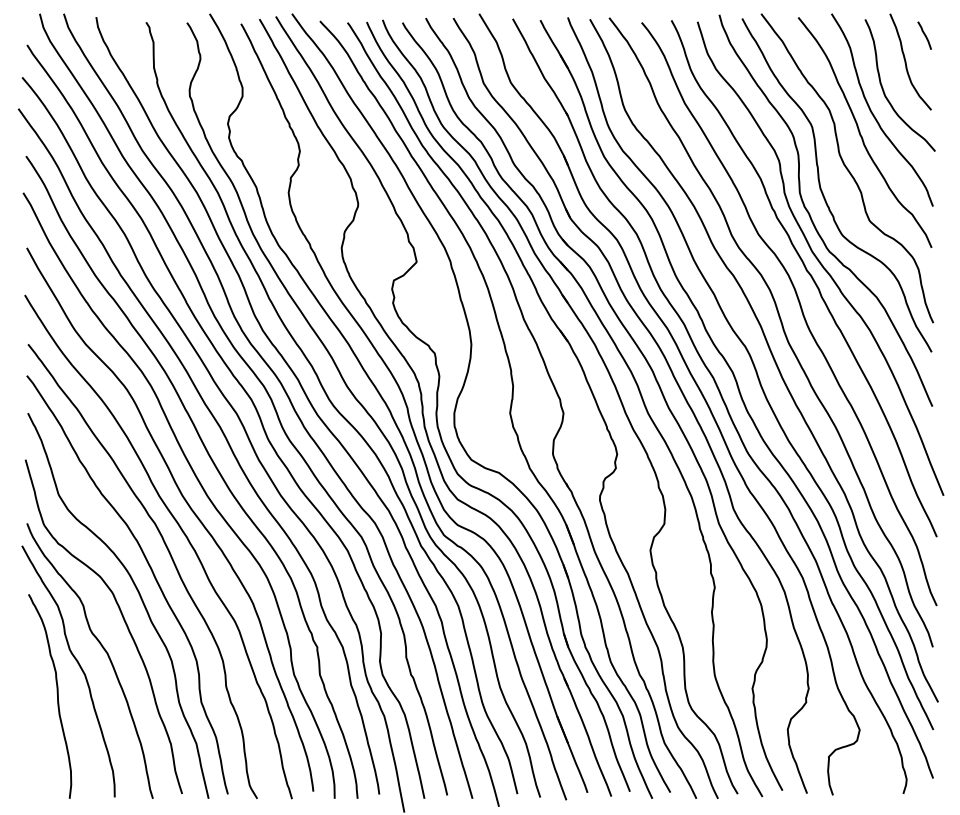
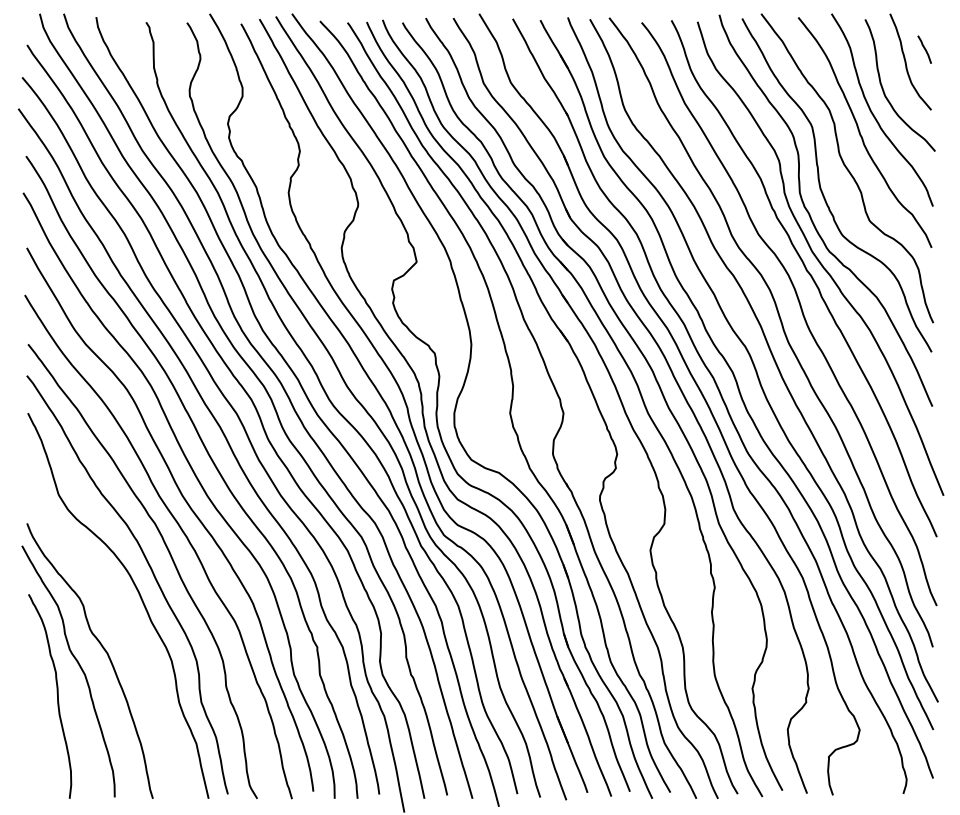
line at (924, 35) position: (924, 35) -> (924, 49)
curve at (122, 618): present -> none
